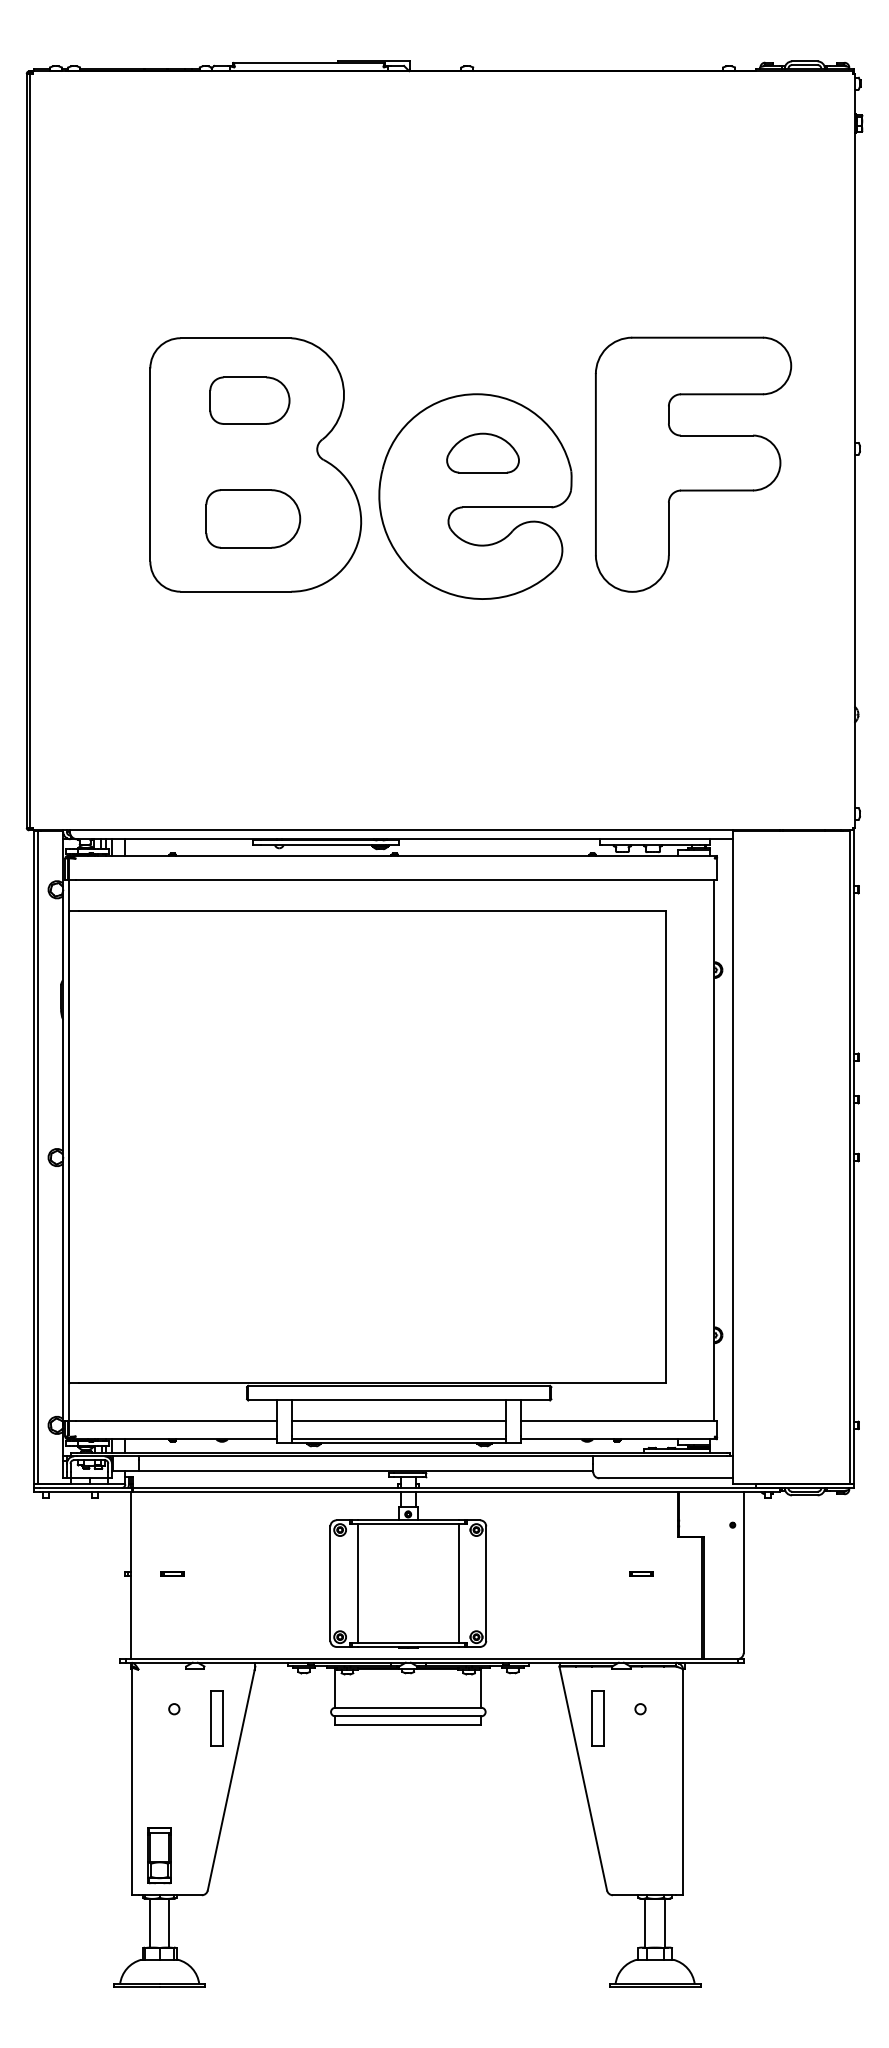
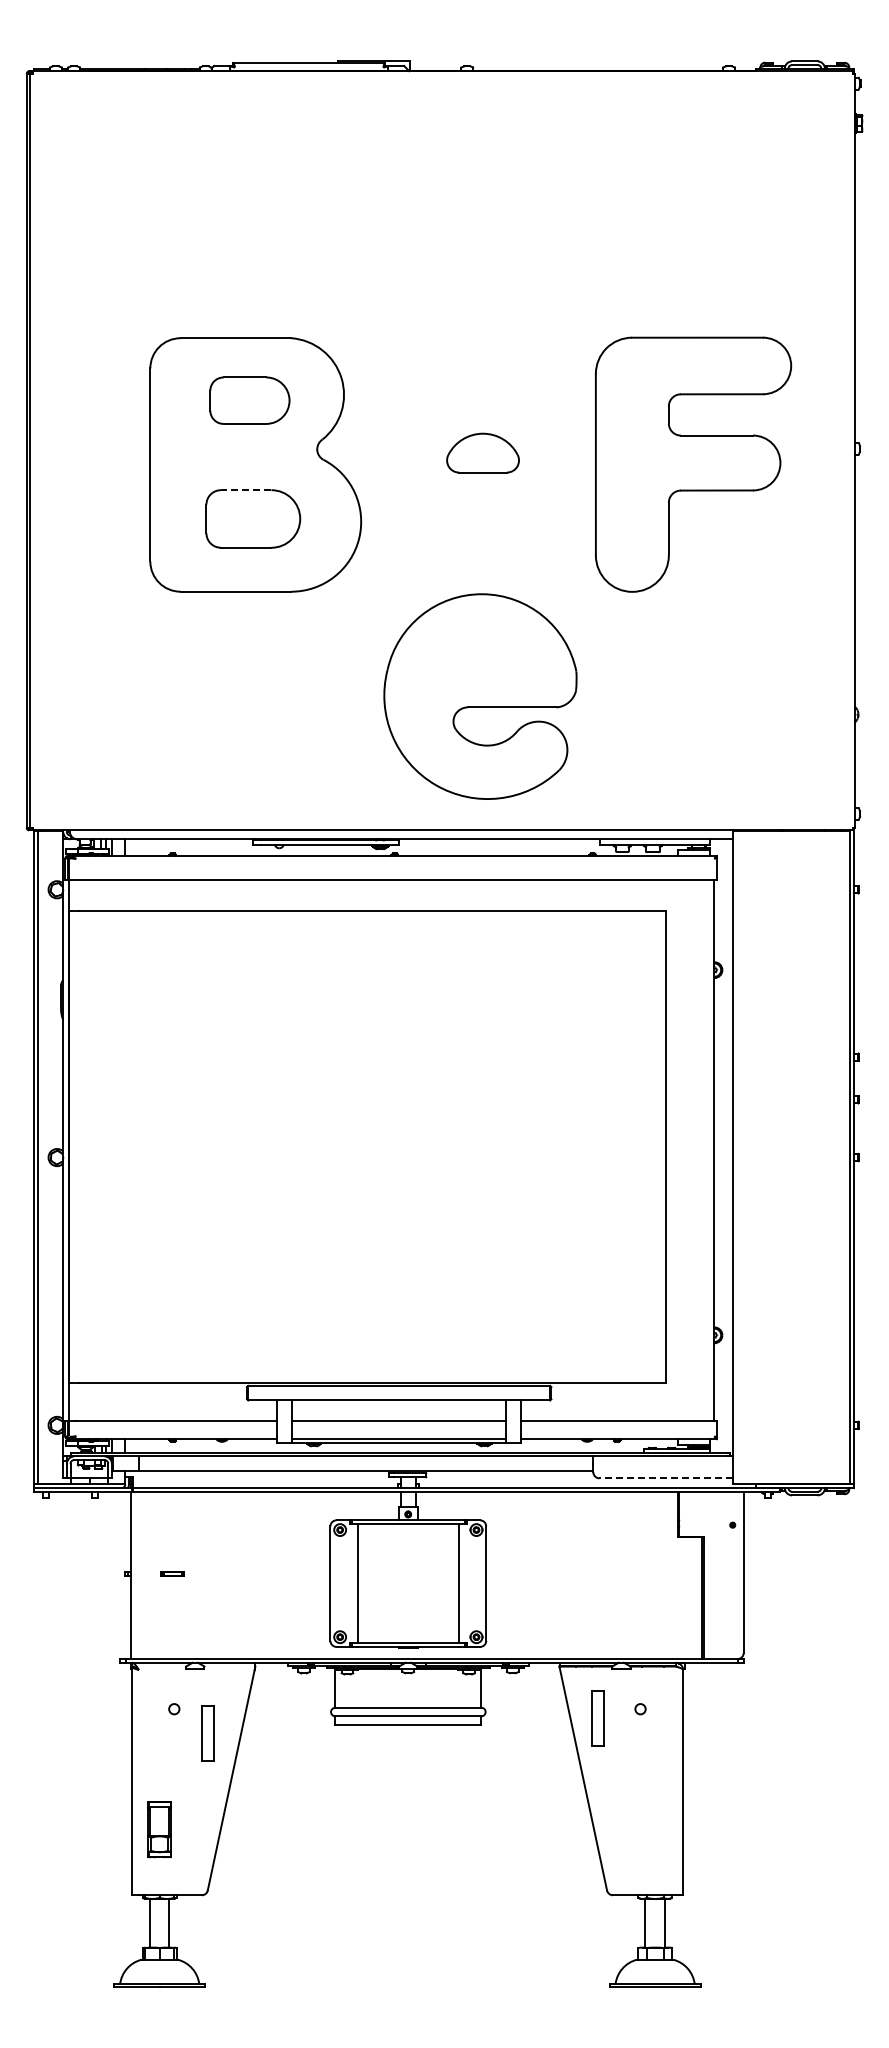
line at (245, 490): solid -> dashed
part at (475, 496) position: (475, 496) -> (480, 696)
line at (666, 1478): solid -> dashed
part at (641, 1573): present -> none
part at (216, 1718) position: (216, 1718) -> (207, 1733)
part at (159, 1855) position: (159, 1855) -> (159, 1829)
